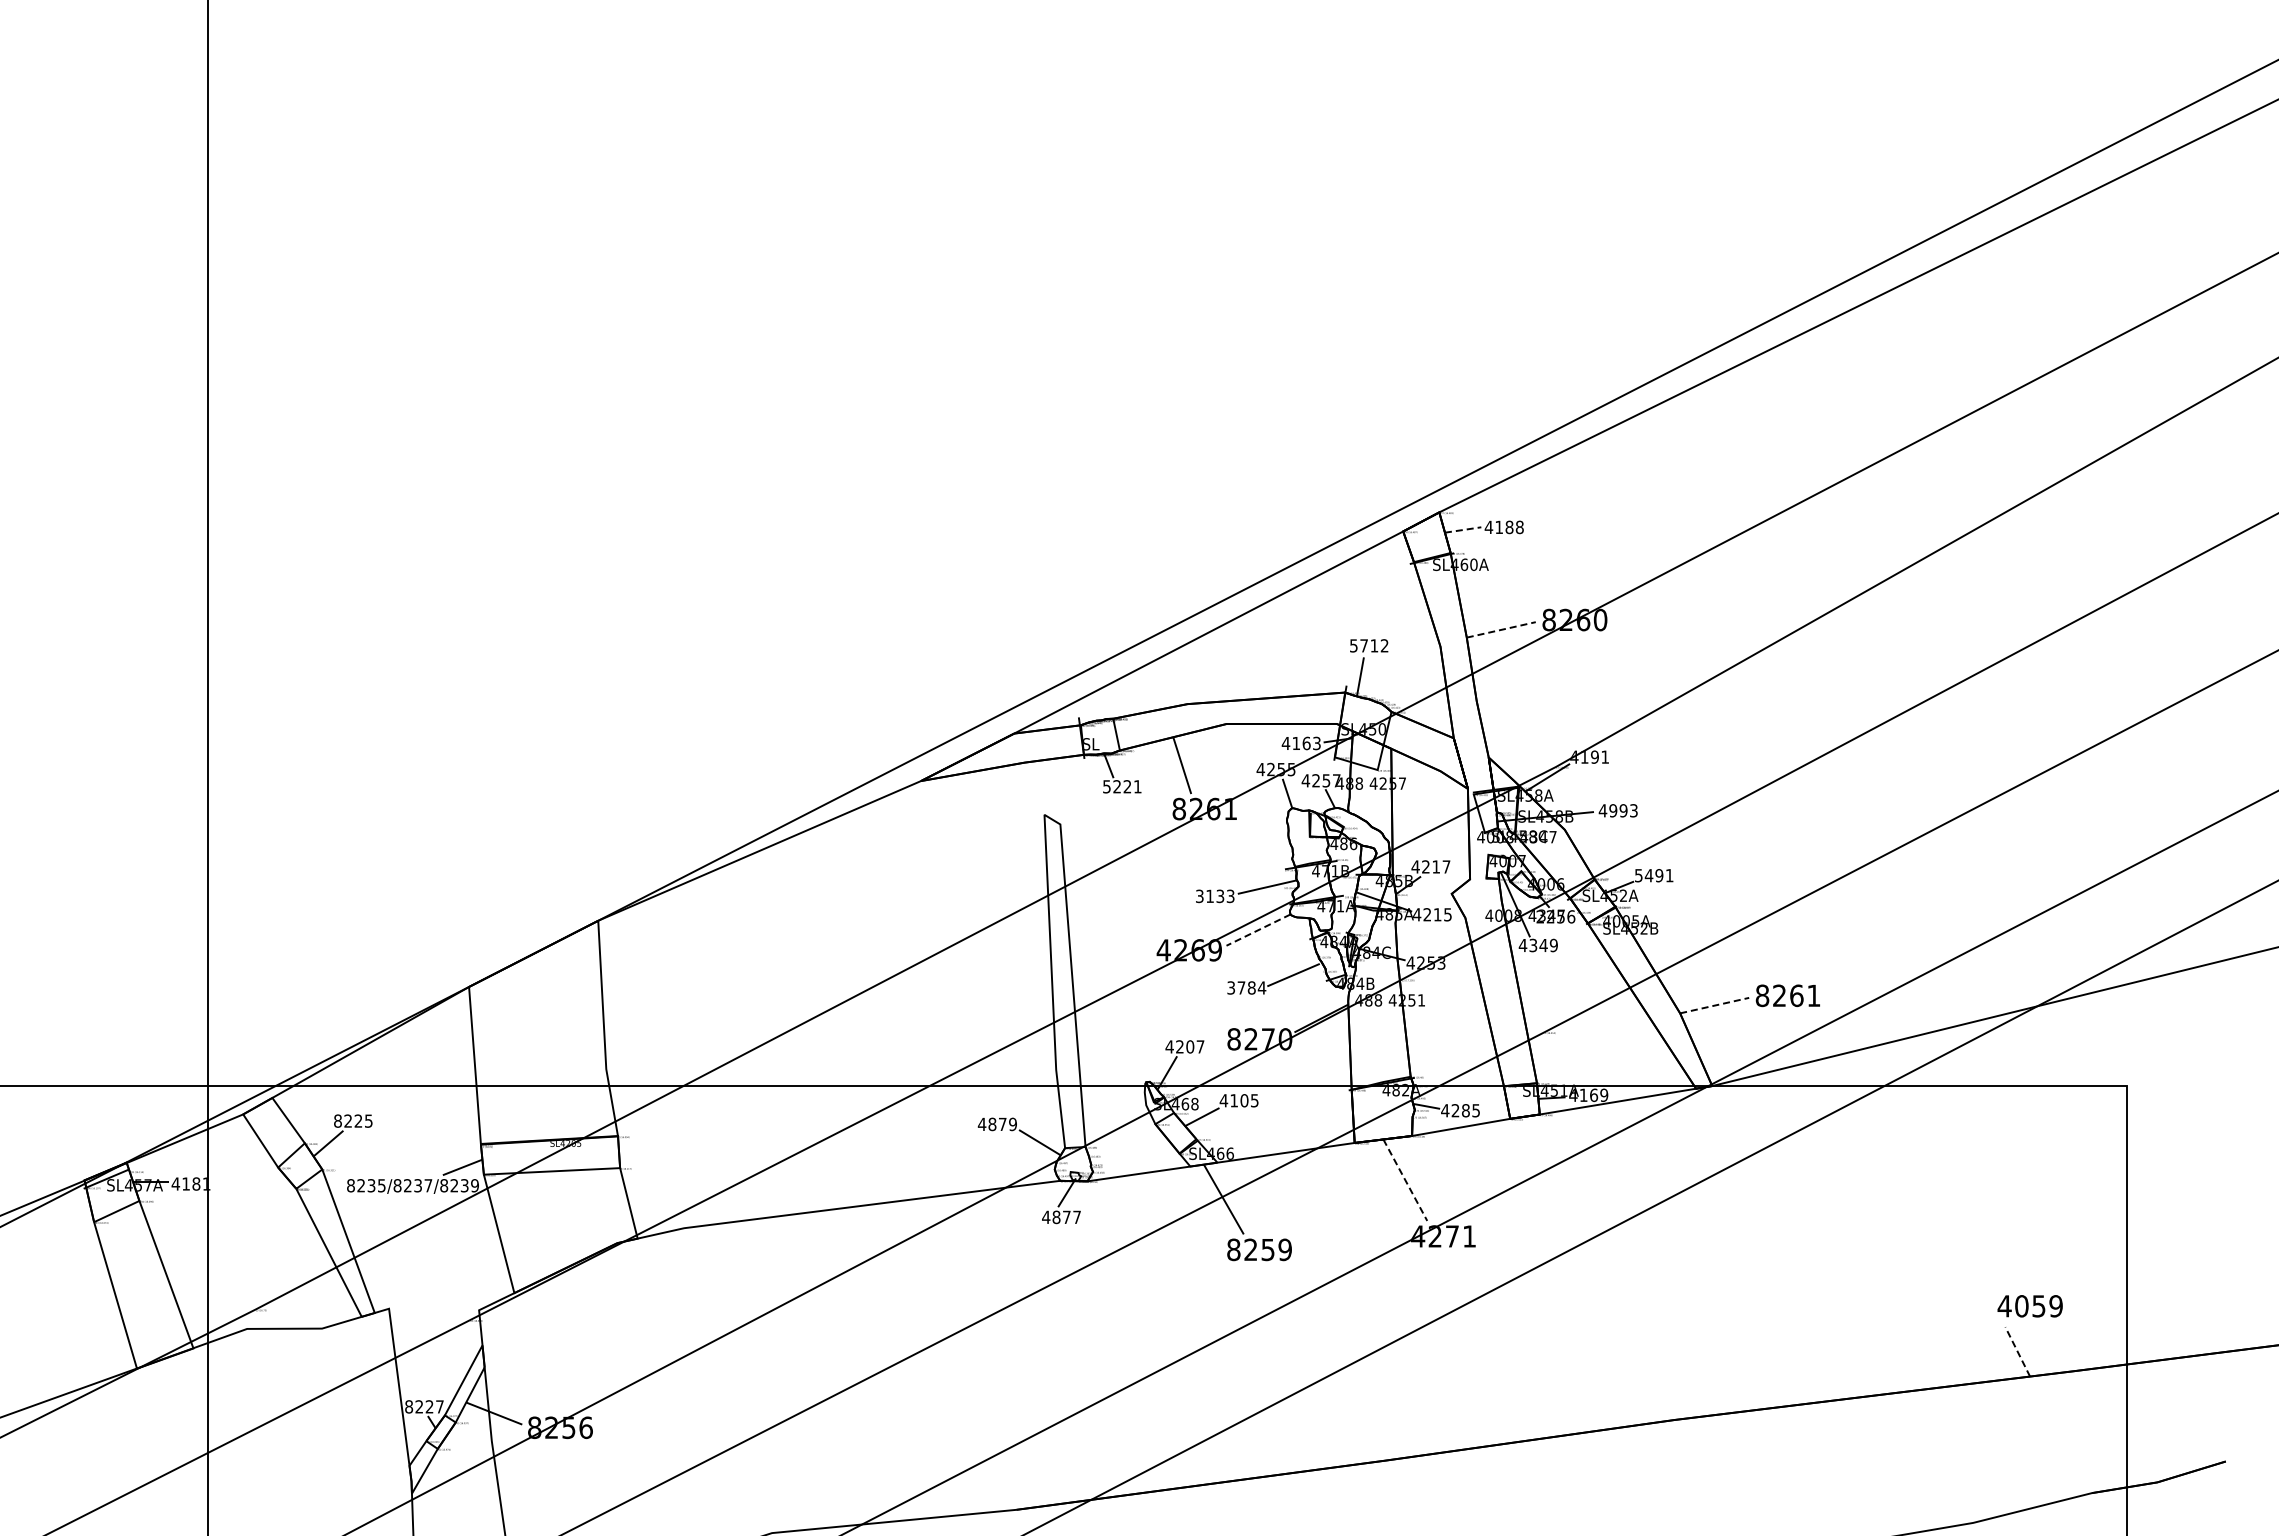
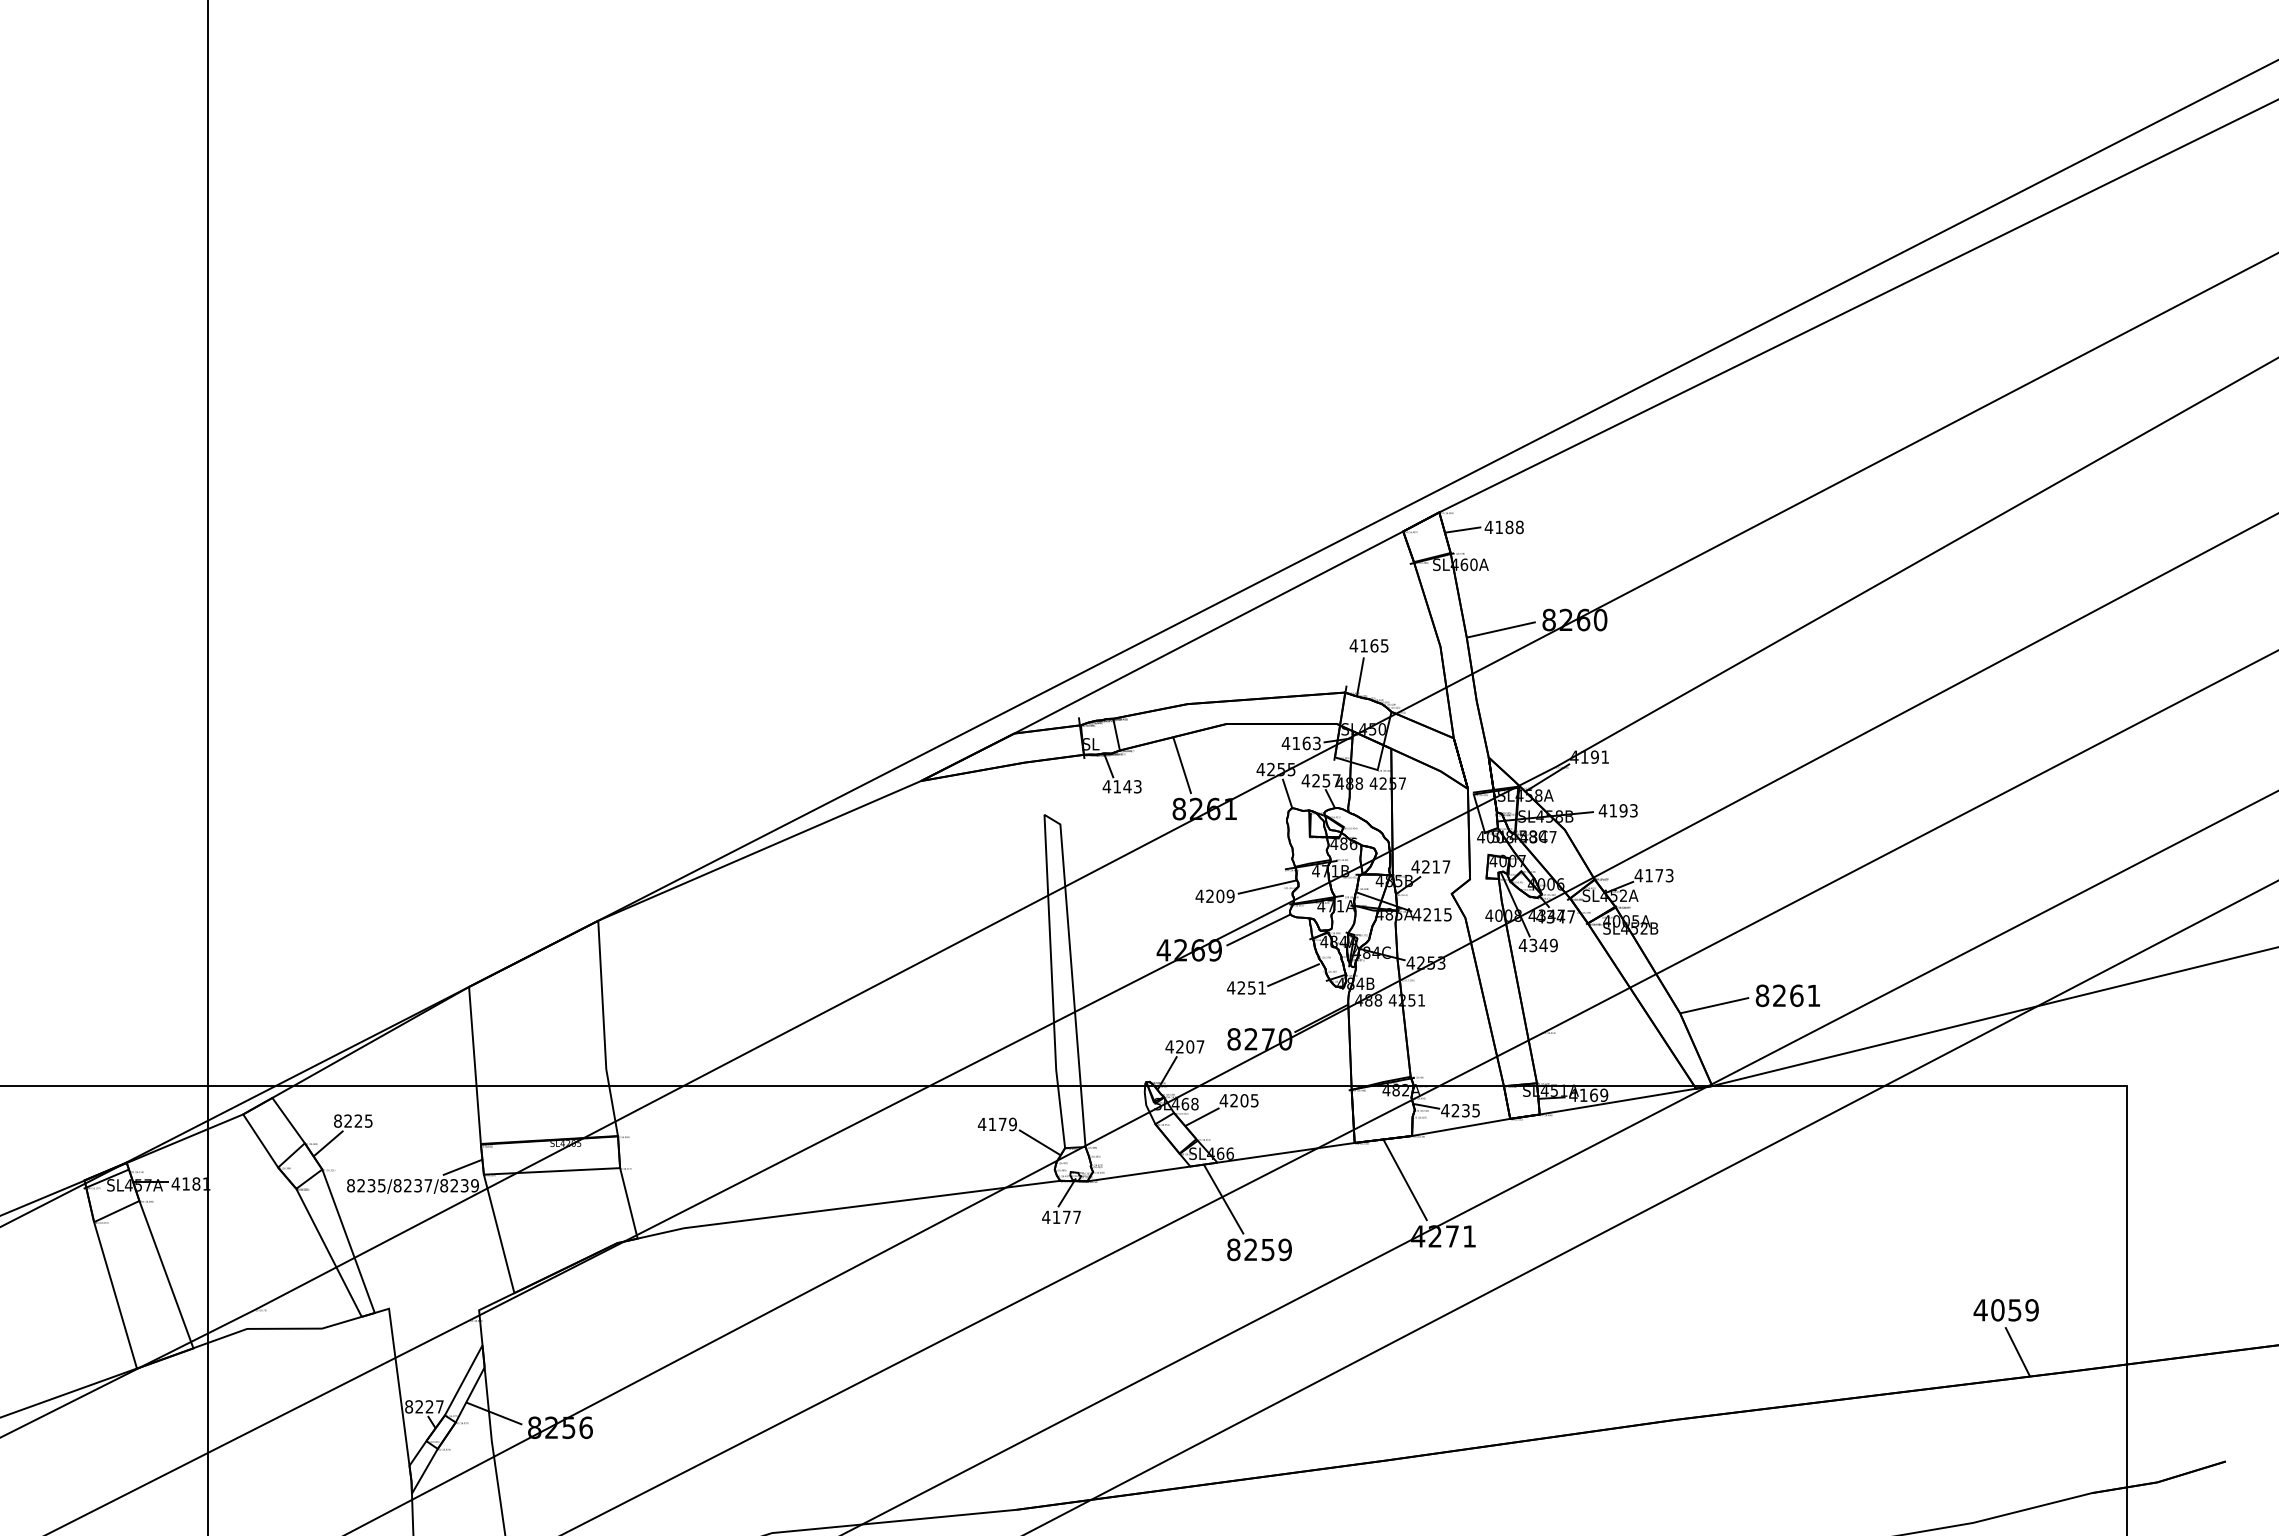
line at (1463, 529): dashed -> solid
line at (1501, 629): dashed -> solid
text at (1368, 645): 5712 -> 4165
text at (1121, 786): 5221 -> 4143
text at (1613, 810): 4993 -> 4193
text at (1653, 875): 5491 -> 4173
text at (1214, 896): 3133 -> 4209
text at (1555, 916): 2256 -> 4347
line at (1258, 930): dashed -> solid
text at (1246, 987): 3784 -> 4251
line at (1715, 1005): dashed -> solid
text at (1233, 1100): 4105 -> 4205
text at (1465, 1110): 4285 -> 4235
text at (992, 1124): 4879 -> 4179
line at (1405, 1180): dashed -> solid
text at (1056, 1217): 4877 -> 4177
text at (2029, 1306) position: (2029, 1306) -> (2005, 1310)
line at (2017, 1351): dashed -> solid
